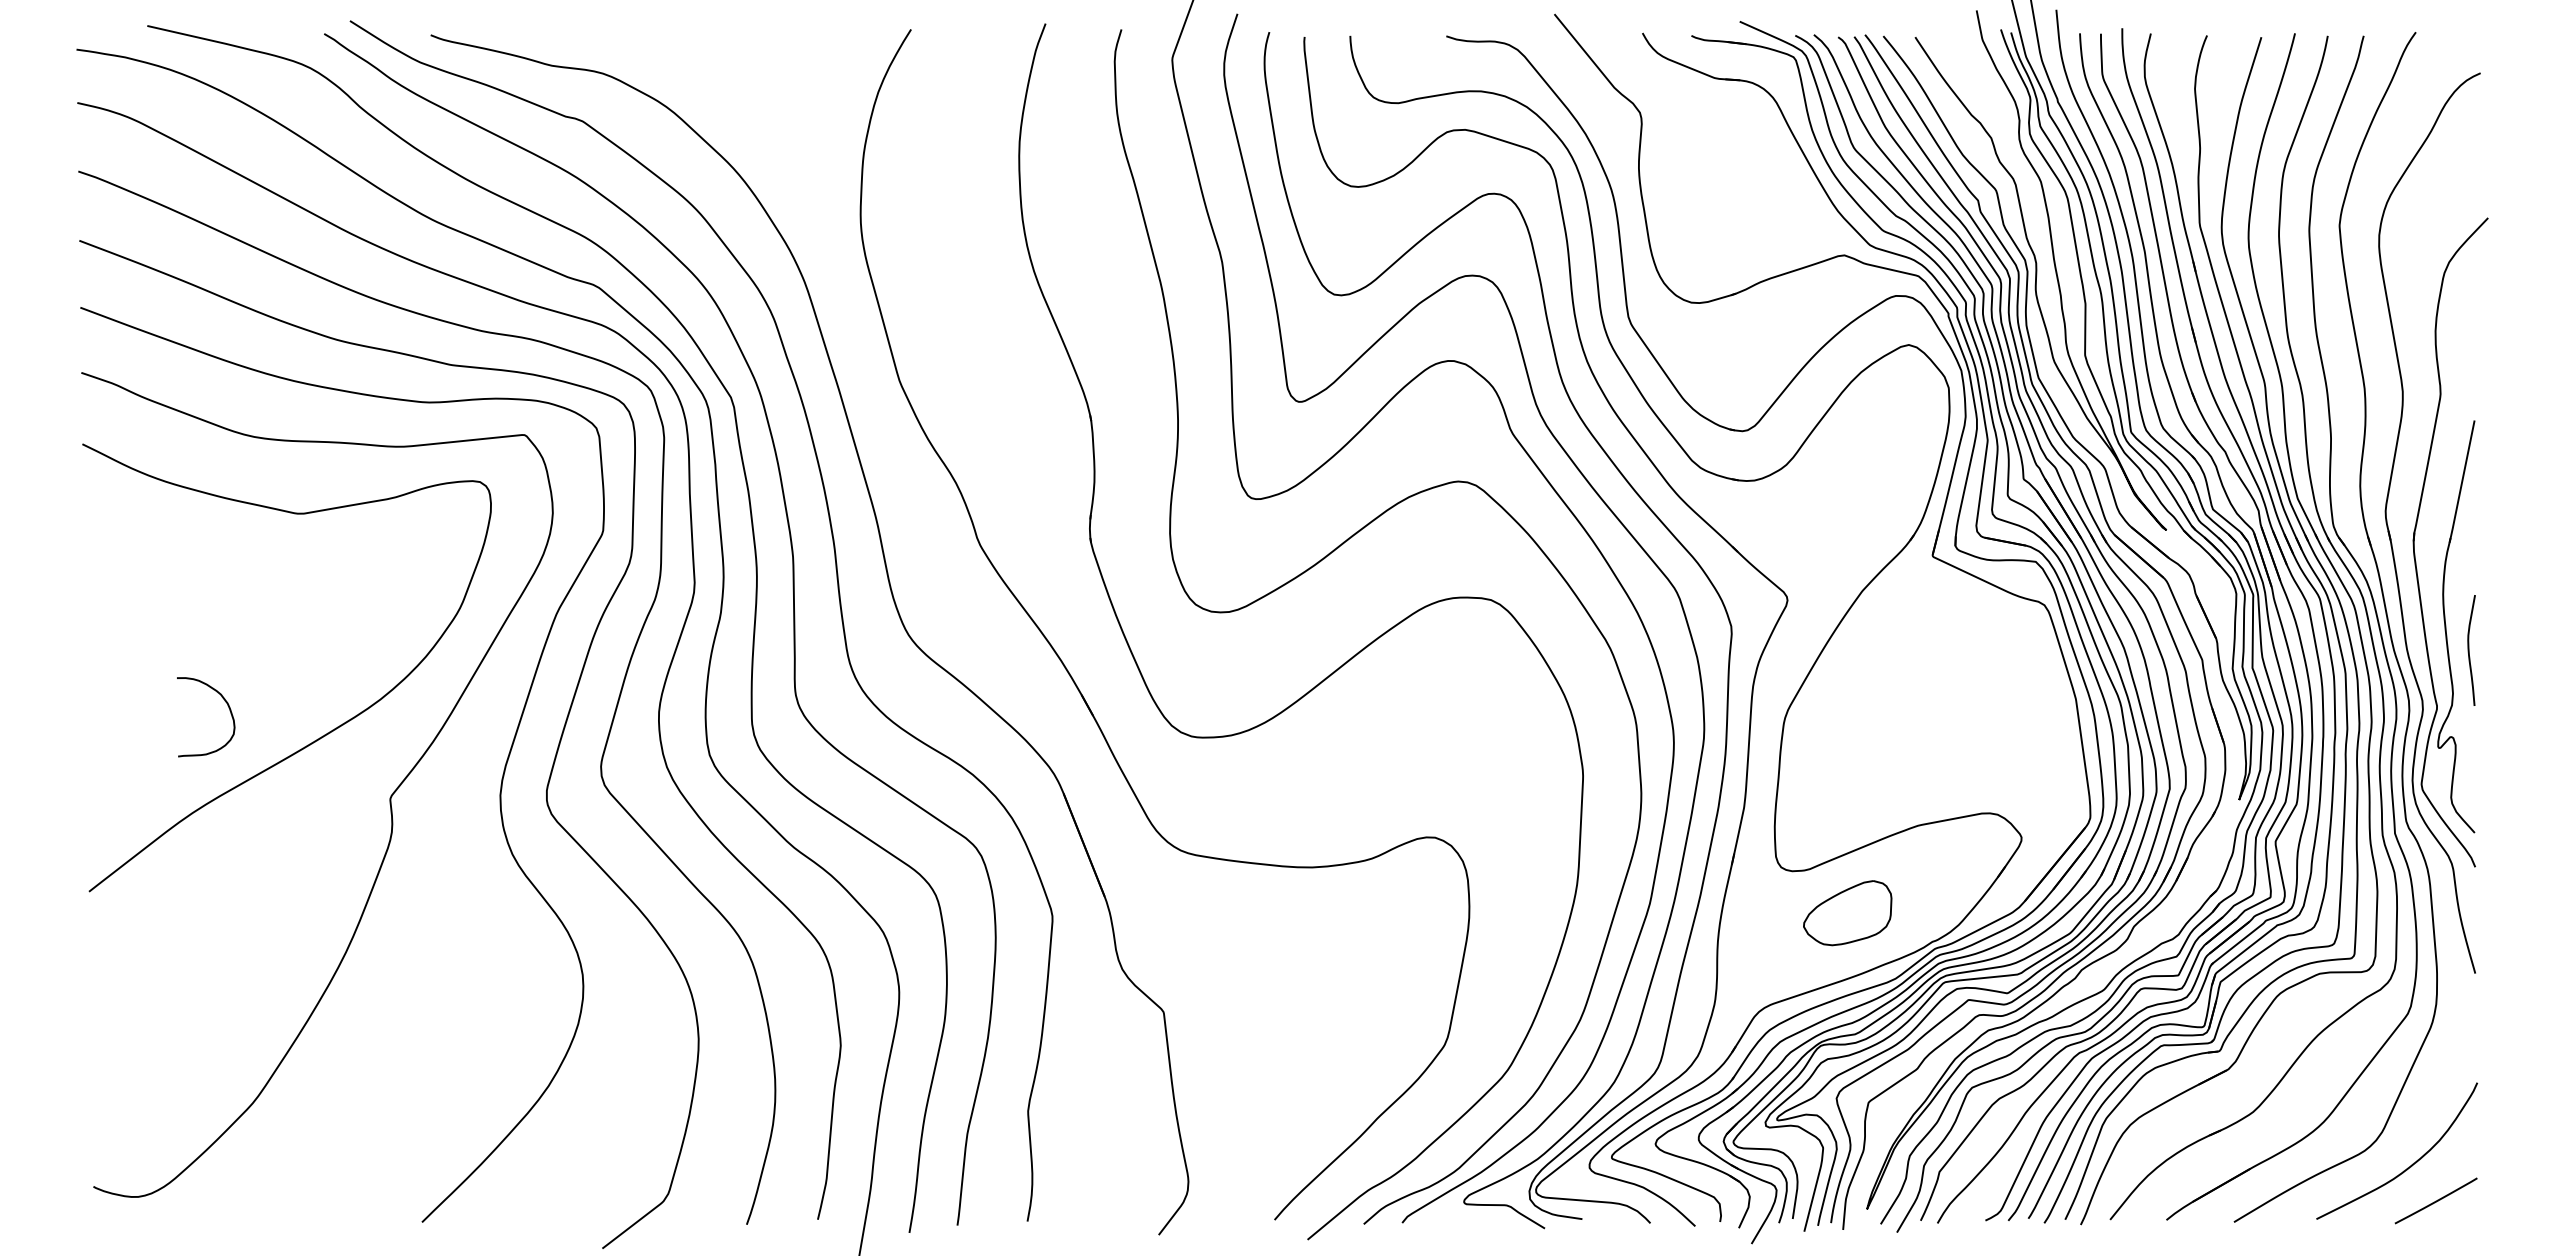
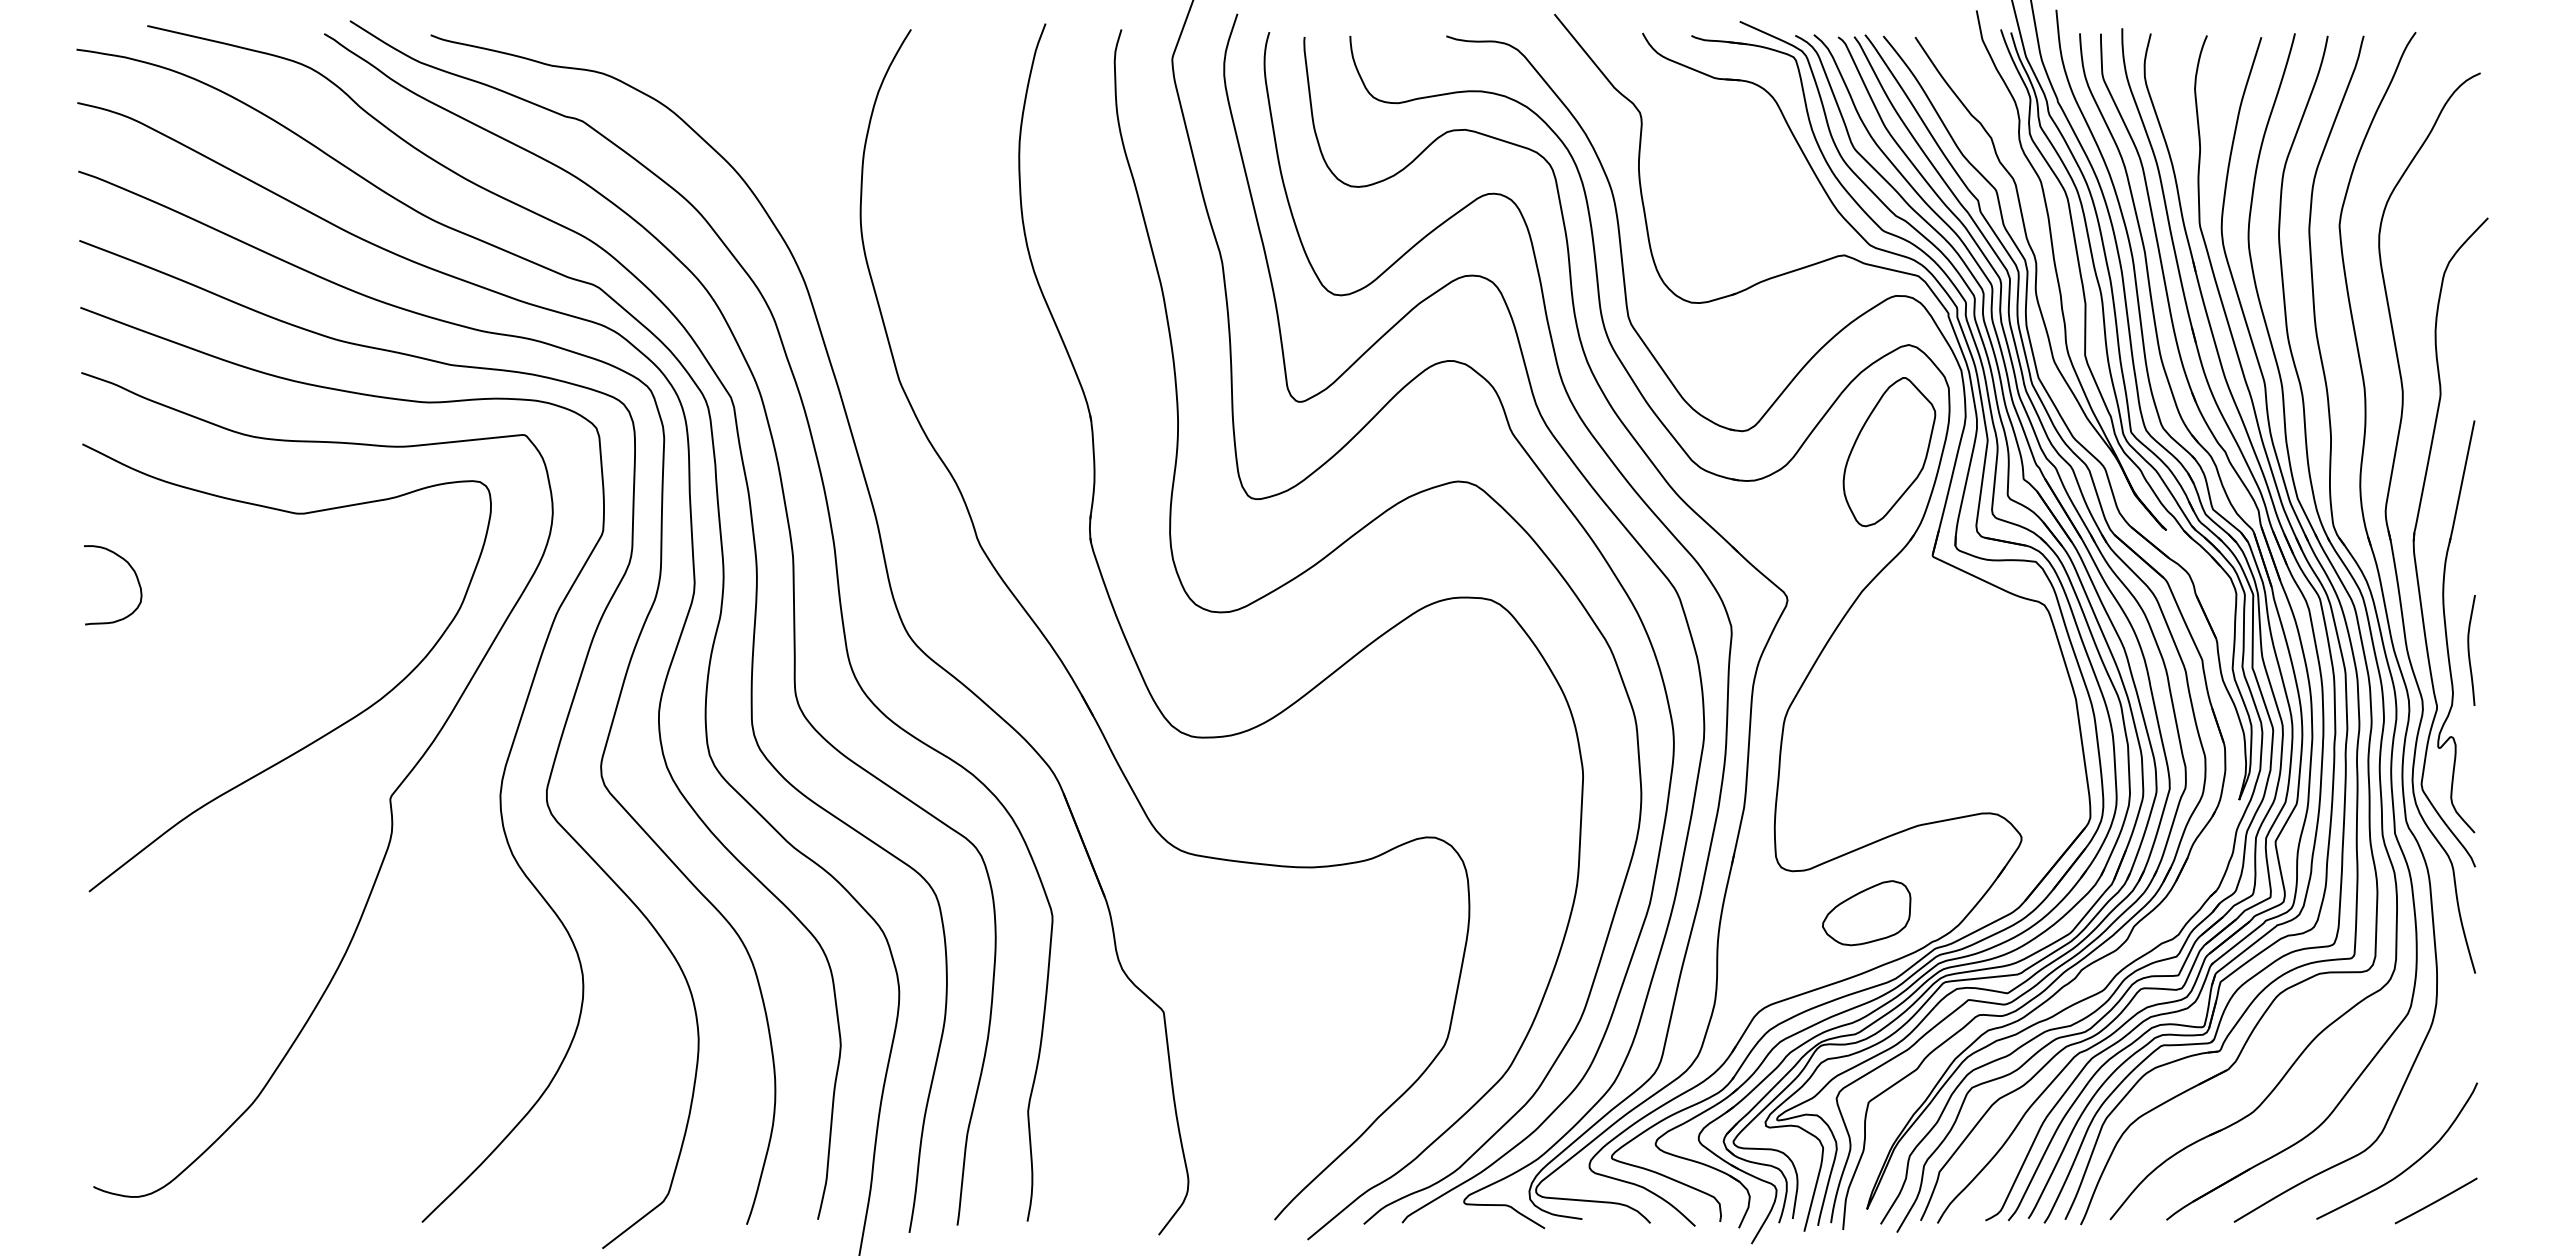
part at (1889, 452): none -> present
curve at (228, 708) position: (228, 708) -> (135, 576)
part at (1847, 913) position: (1847, 913) -> (1866, 913)
